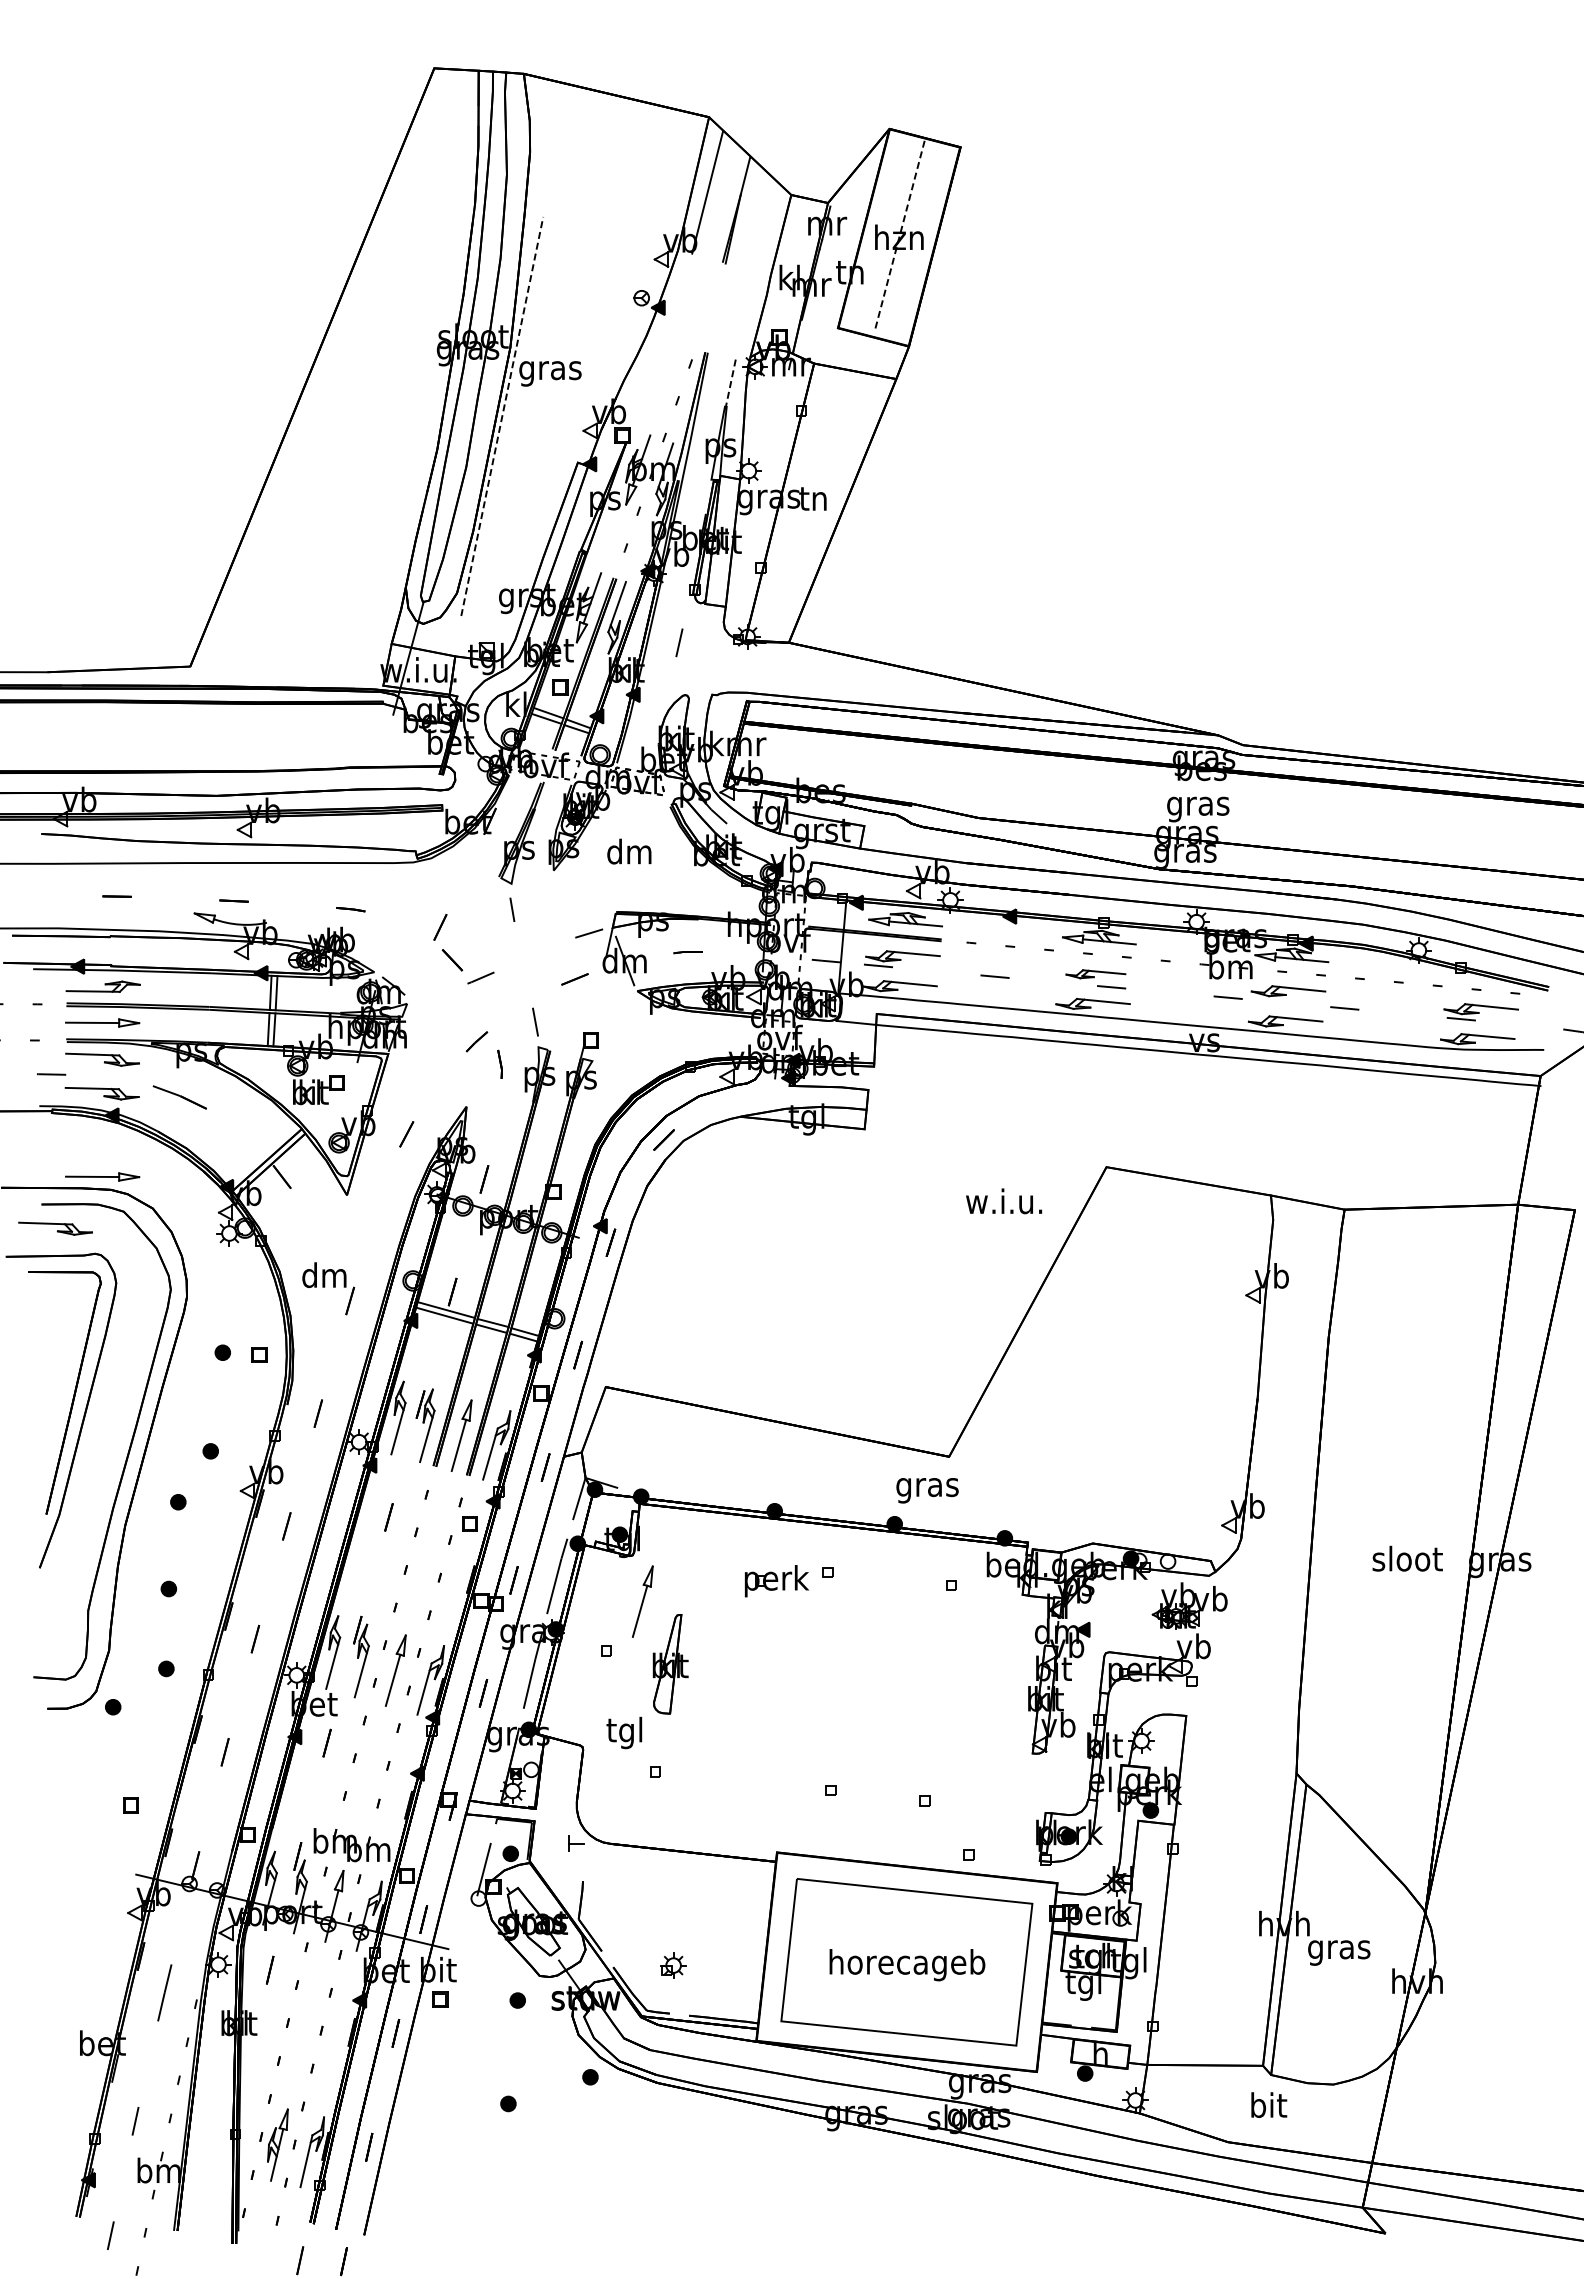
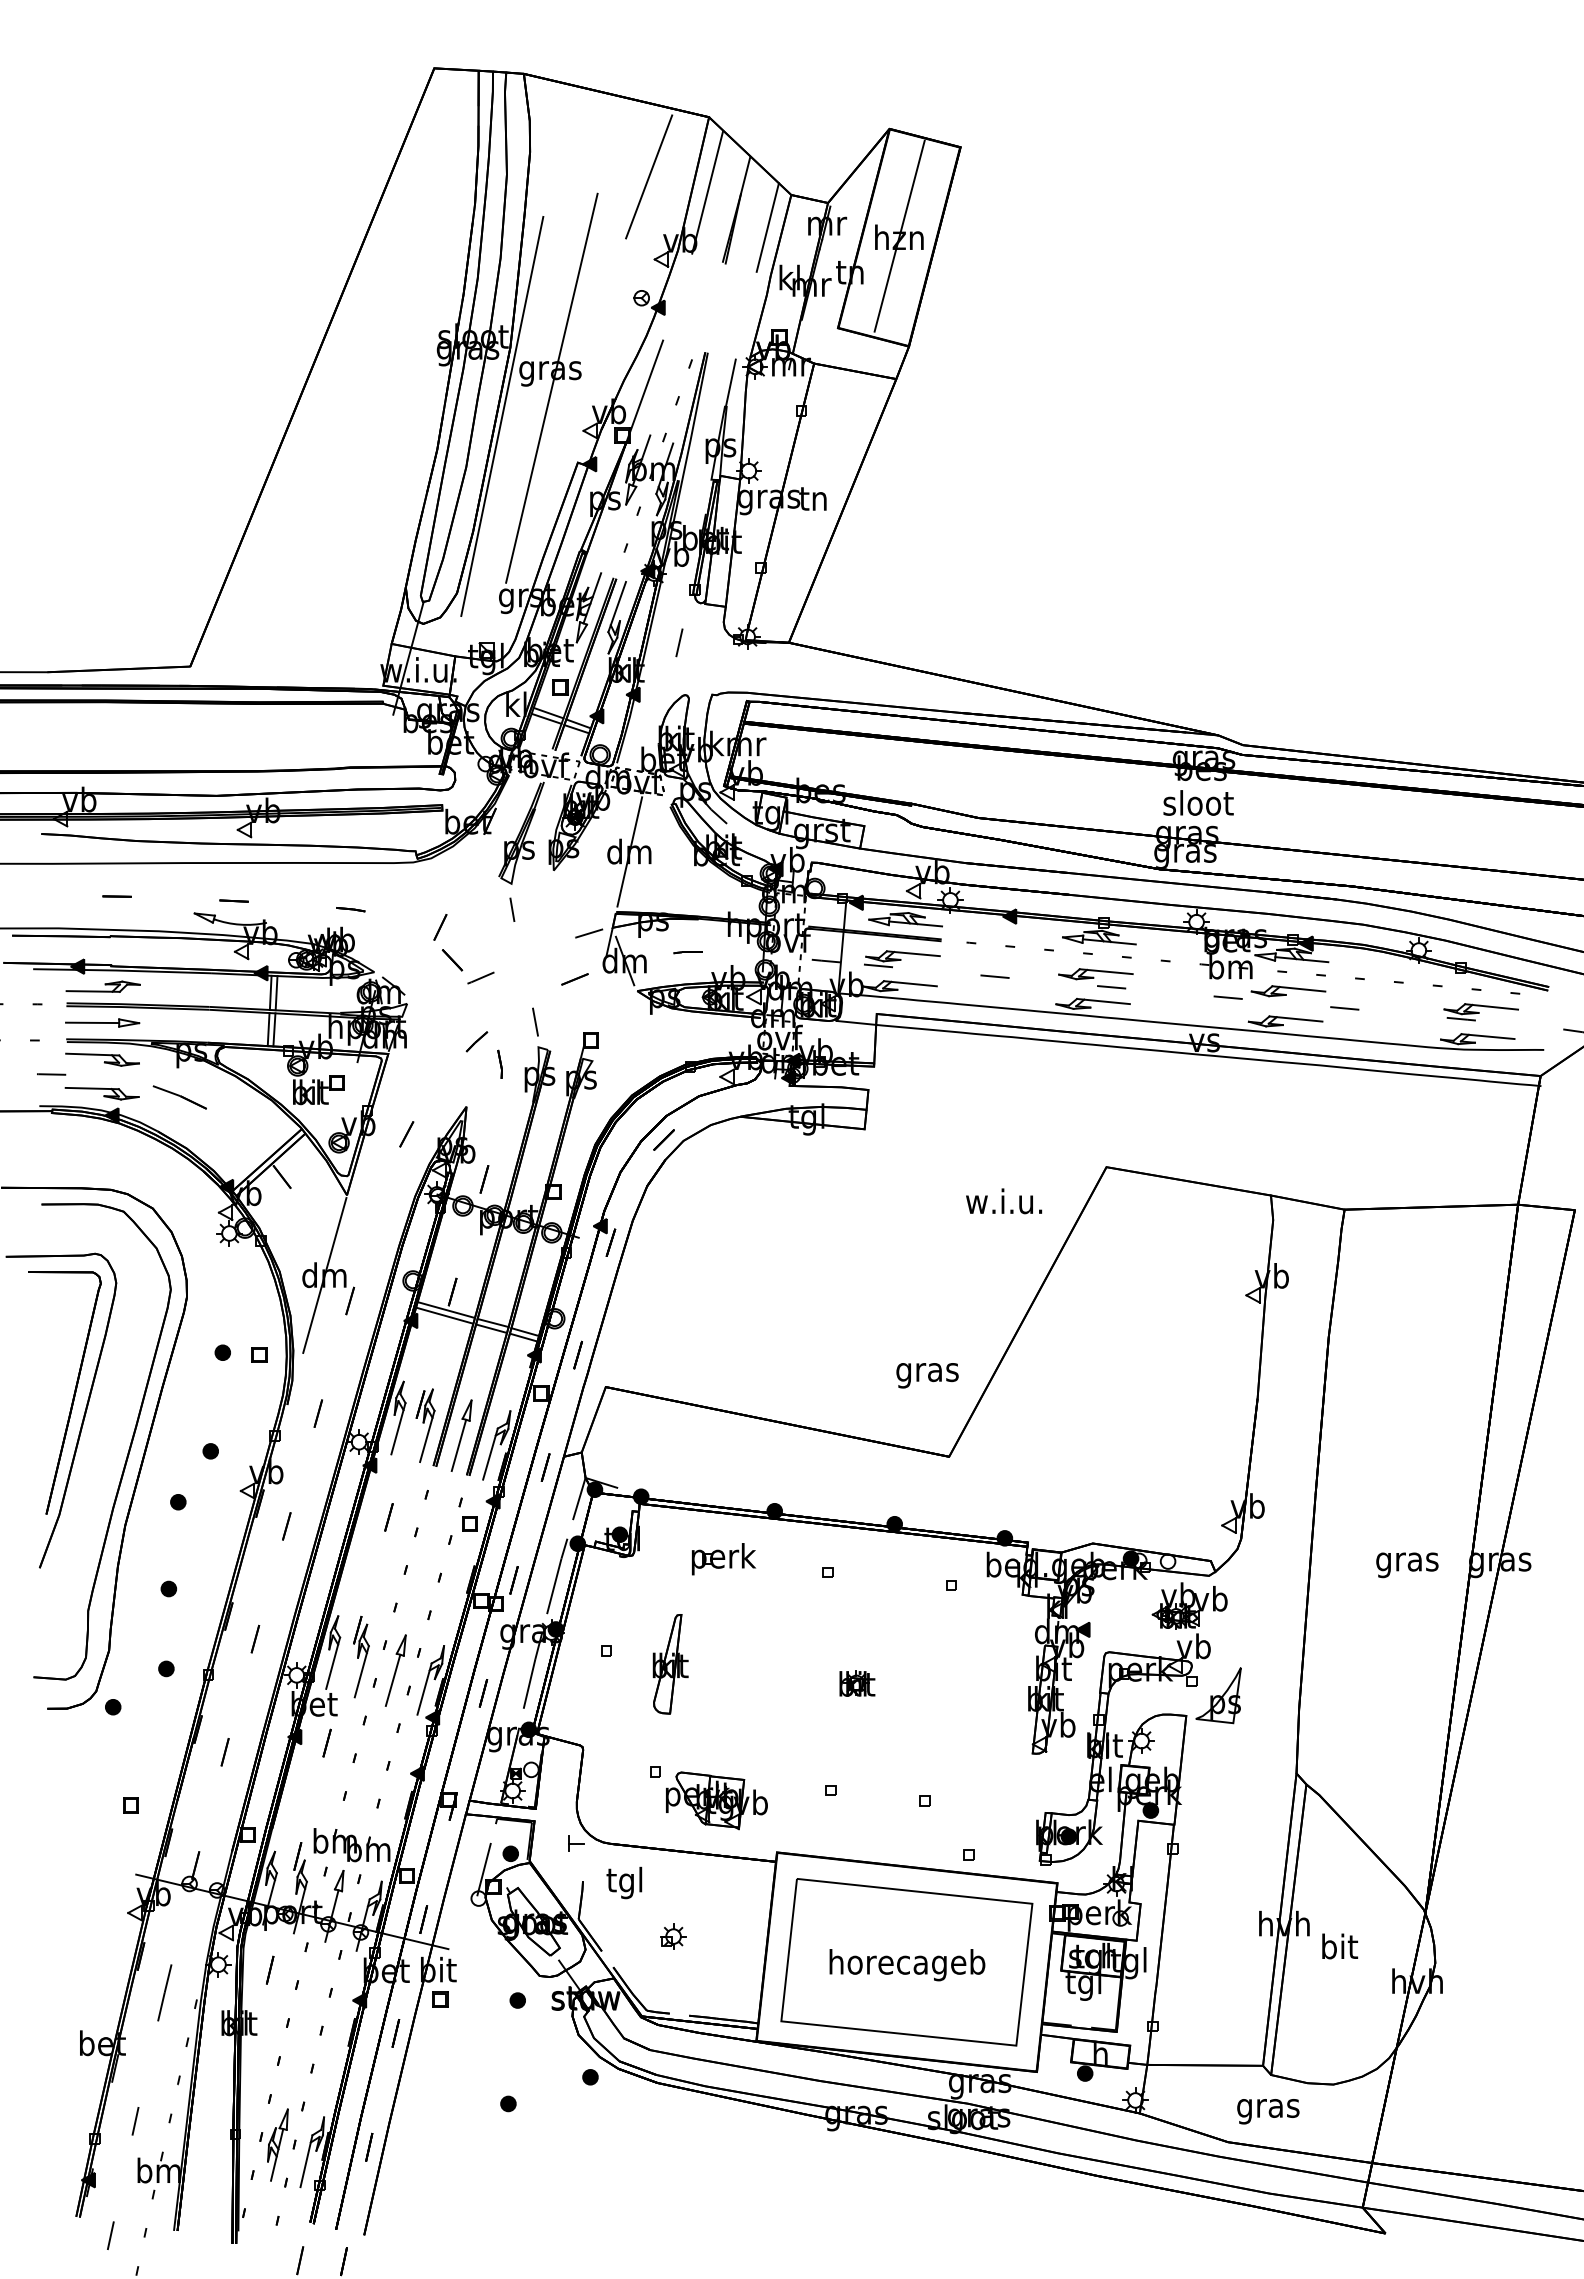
line at (649, 176): none -> present
line at (767, 227): none -> present
line at (899, 236): dashed -> solid
line at (730, 382): dashed -> solid
line at (551, 387): none -> present
line at (644, 390): none -> present
line at (502, 416): dashed -> solid
text at (1198, 806): gras -> sloot
line at (629, 851): none -> present
part at (1095, 974) size: 62x11 px -> 76x13 px
part at (102, 1176): present -> none
part at (55, 1228): present -> none
line at (324, 1275): none -> present
text at (927, 1490) position: (927, 1490) -> (927, 1375)
text at (1407, 1561): sloot -> gras
part at (777, 1581) position: (777, 1581) -> (724, 1559)
part at (642, 1601): present -> none
part at (857, 1683): none -> present
part at (1218, 1695): none -> present
text at (624, 1732) position: (624, 1732) -> (624, 1882)
part at (716, 1800): none -> present
text at (1339, 1949): gras -> bit
part at (673, 1965) position: (673, 1965) -> (673, 1936)
text at (1268, 2108): bit -> gras
